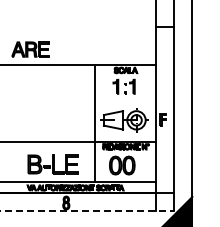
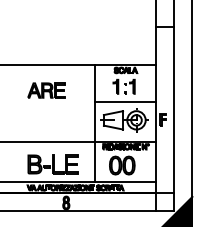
part at (30, 49) position: (30, 49) -> (46, 90)
line at (125, 101): none -> present
line at (87, 211): dashed -> solid
